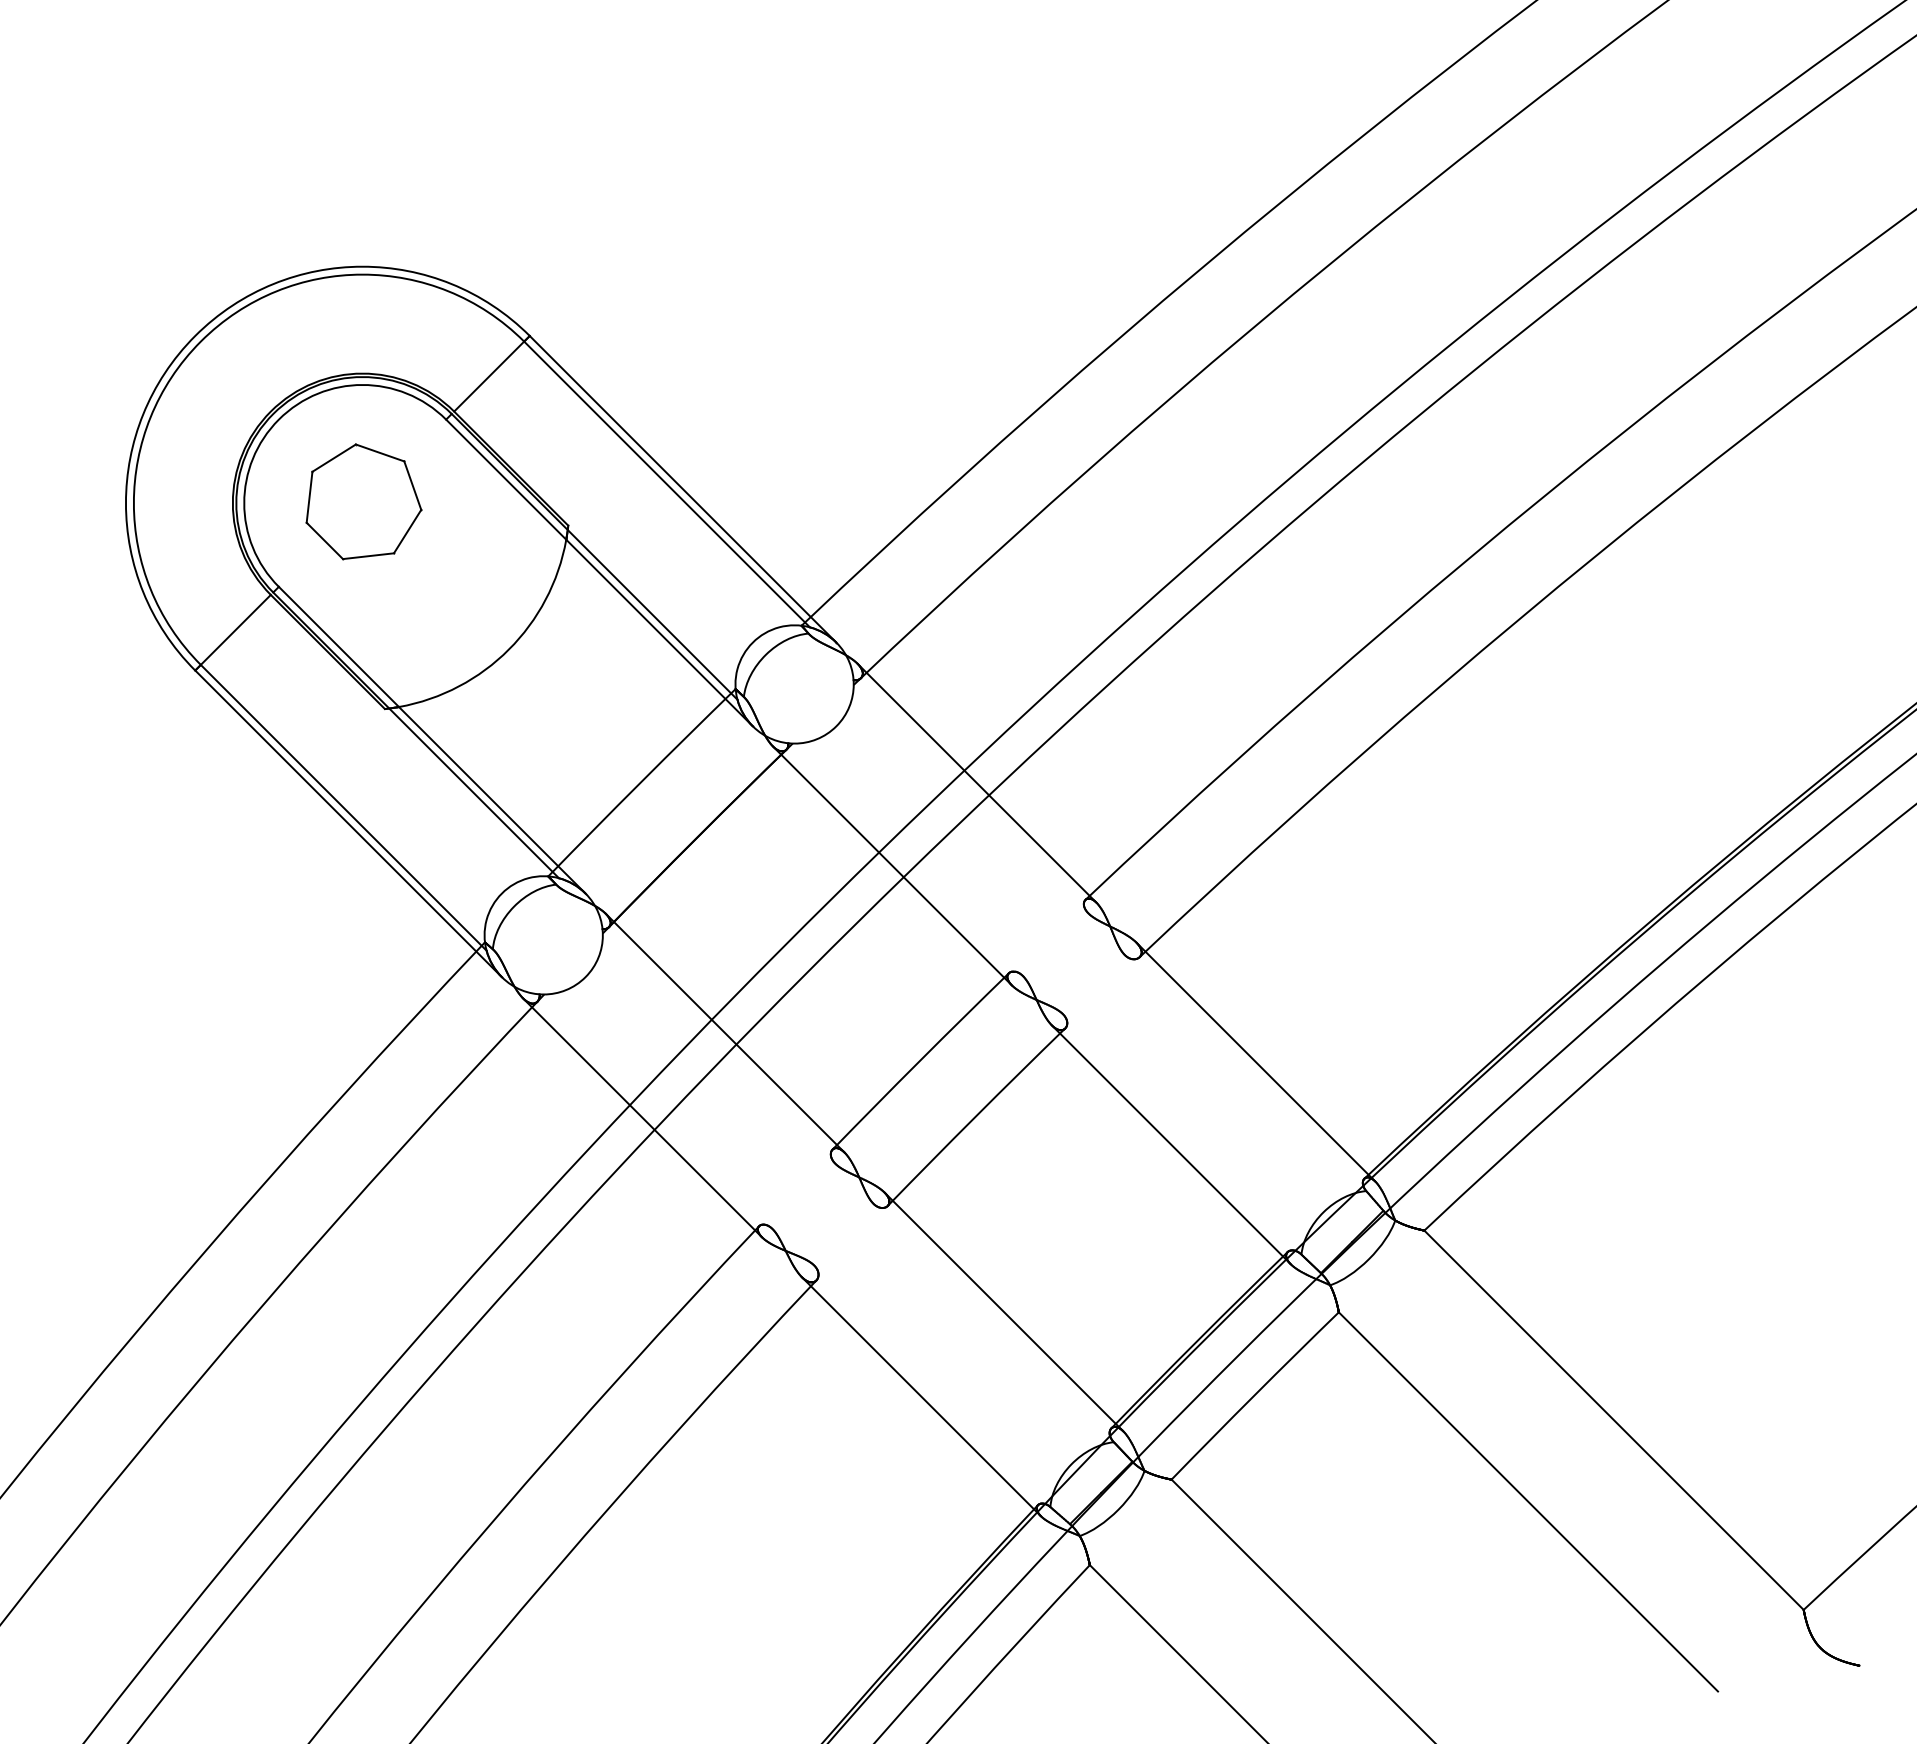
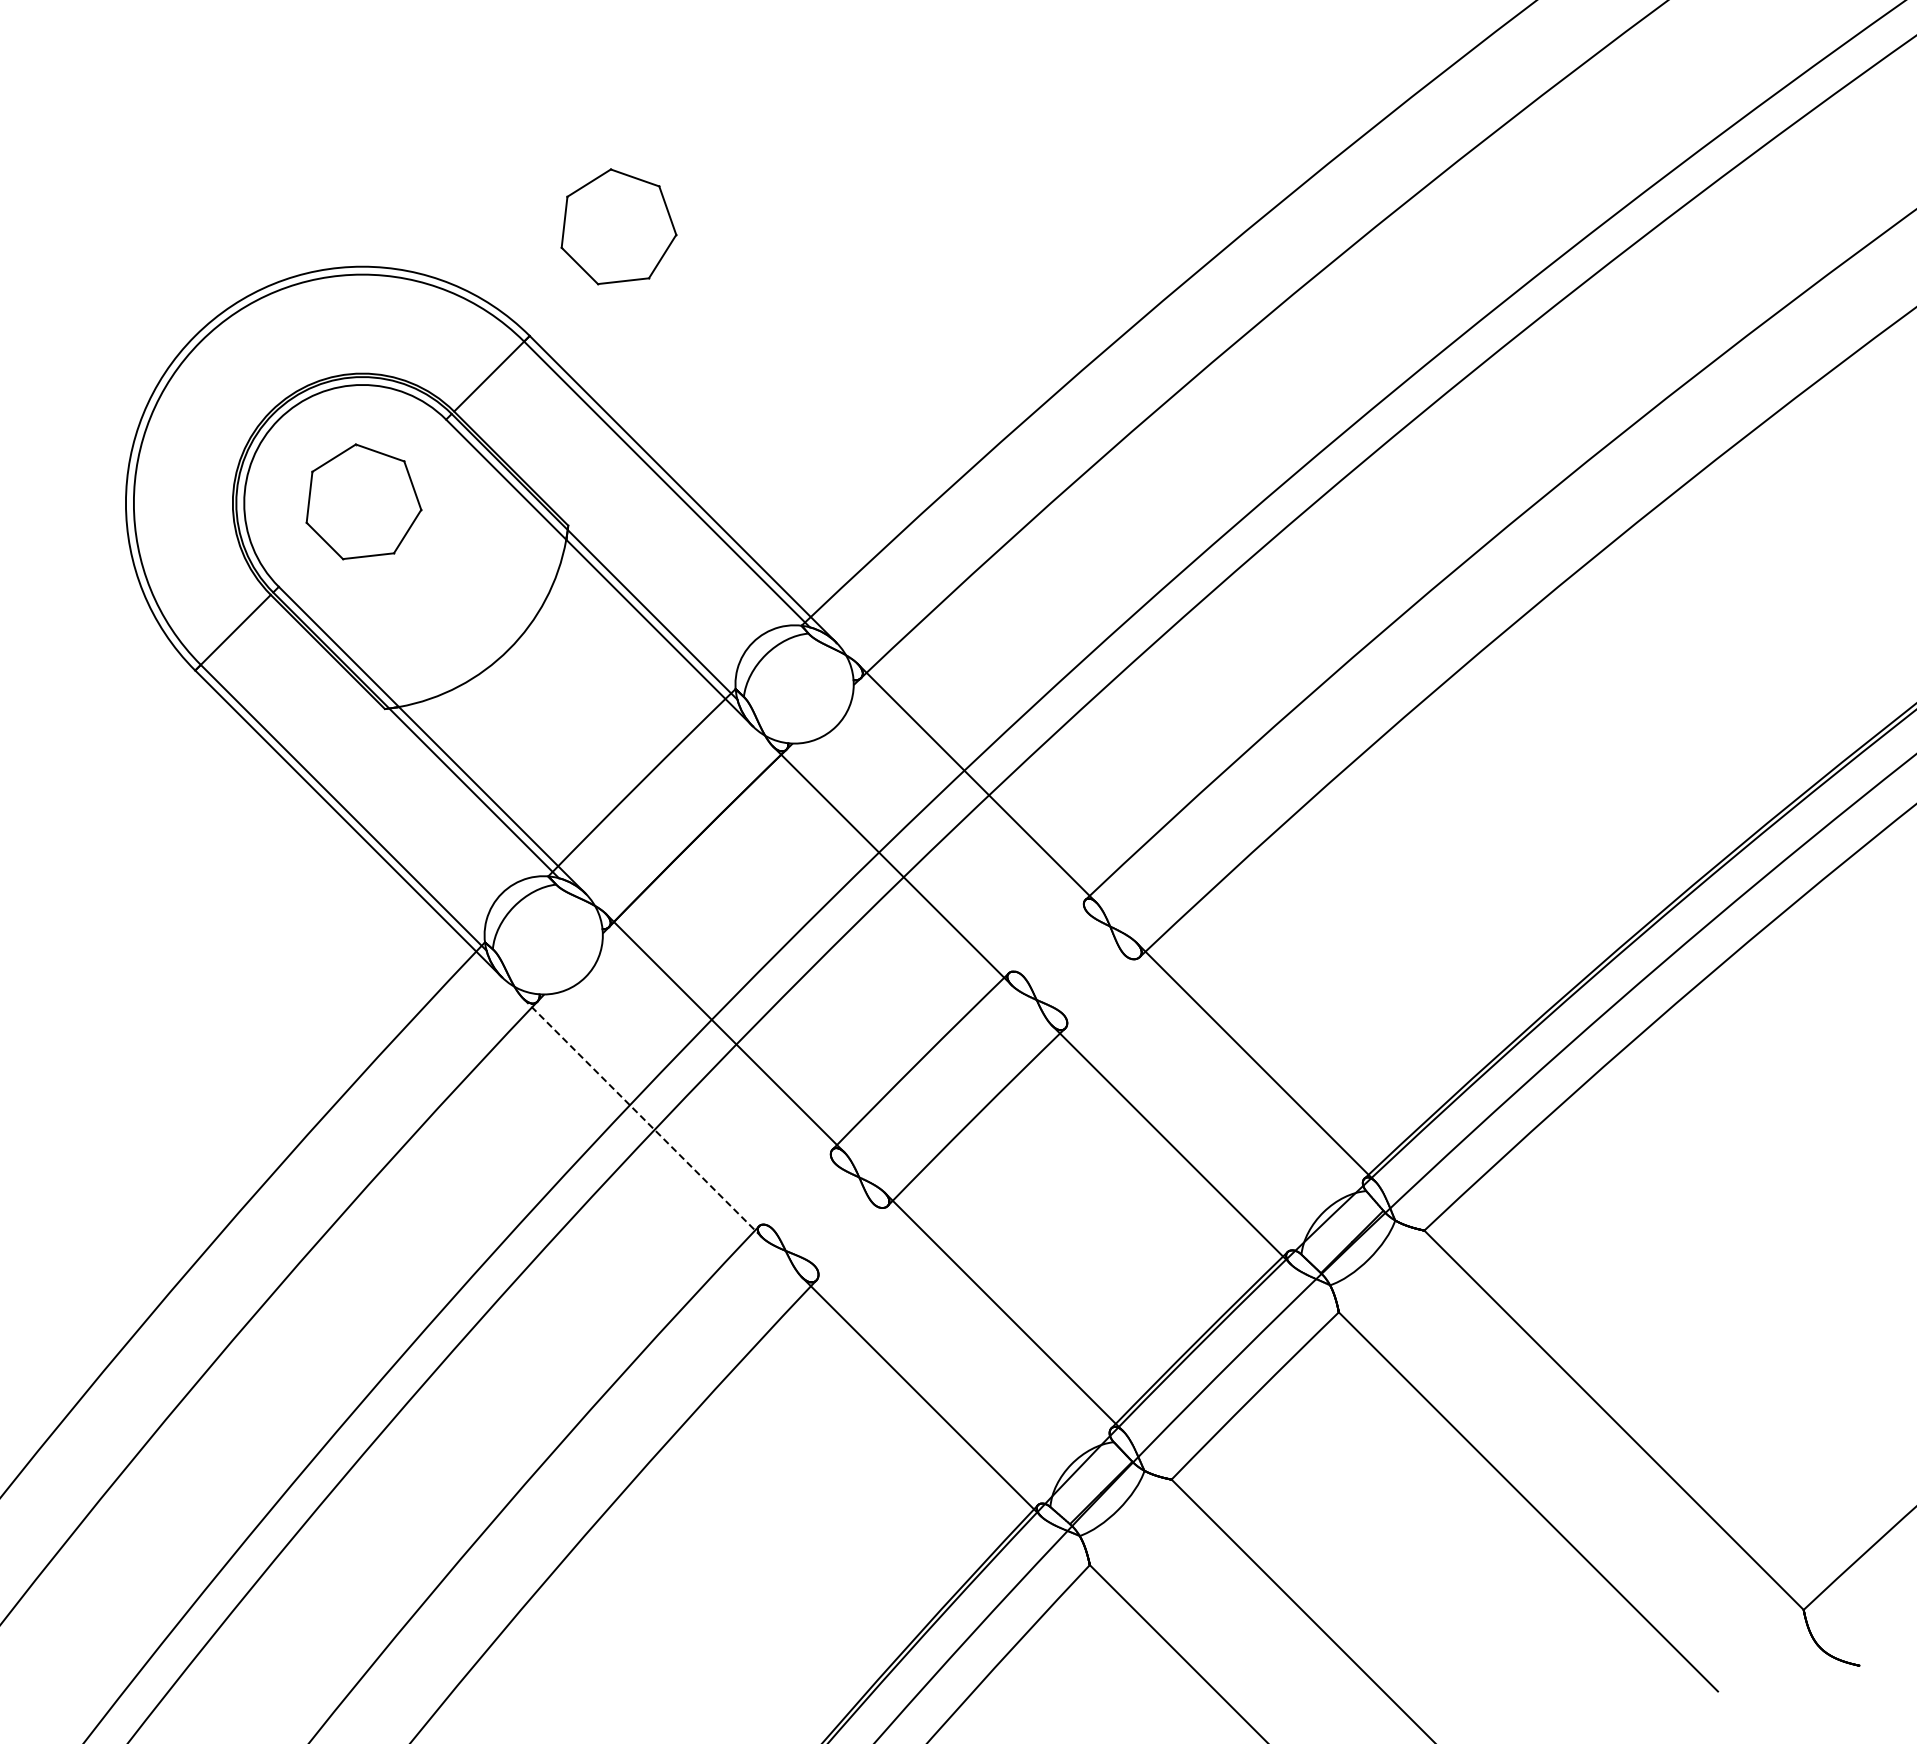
part at (618, 226): none -> present
line at (642, 1117): solid -> dashed
